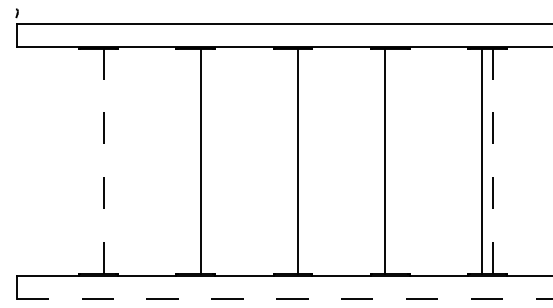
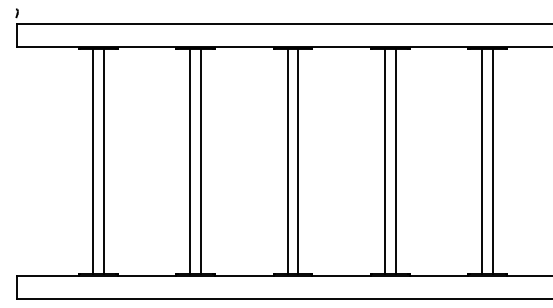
line at (92, 161): none -> present
line at (103, 161): dashed -> solid
line at (190, 161): none -> present
line at (287, 161): none -> present
line at (395, 161): none -> present
line at (493, 161): dashed -> solid
line at (284, 298): dashed -> solid
